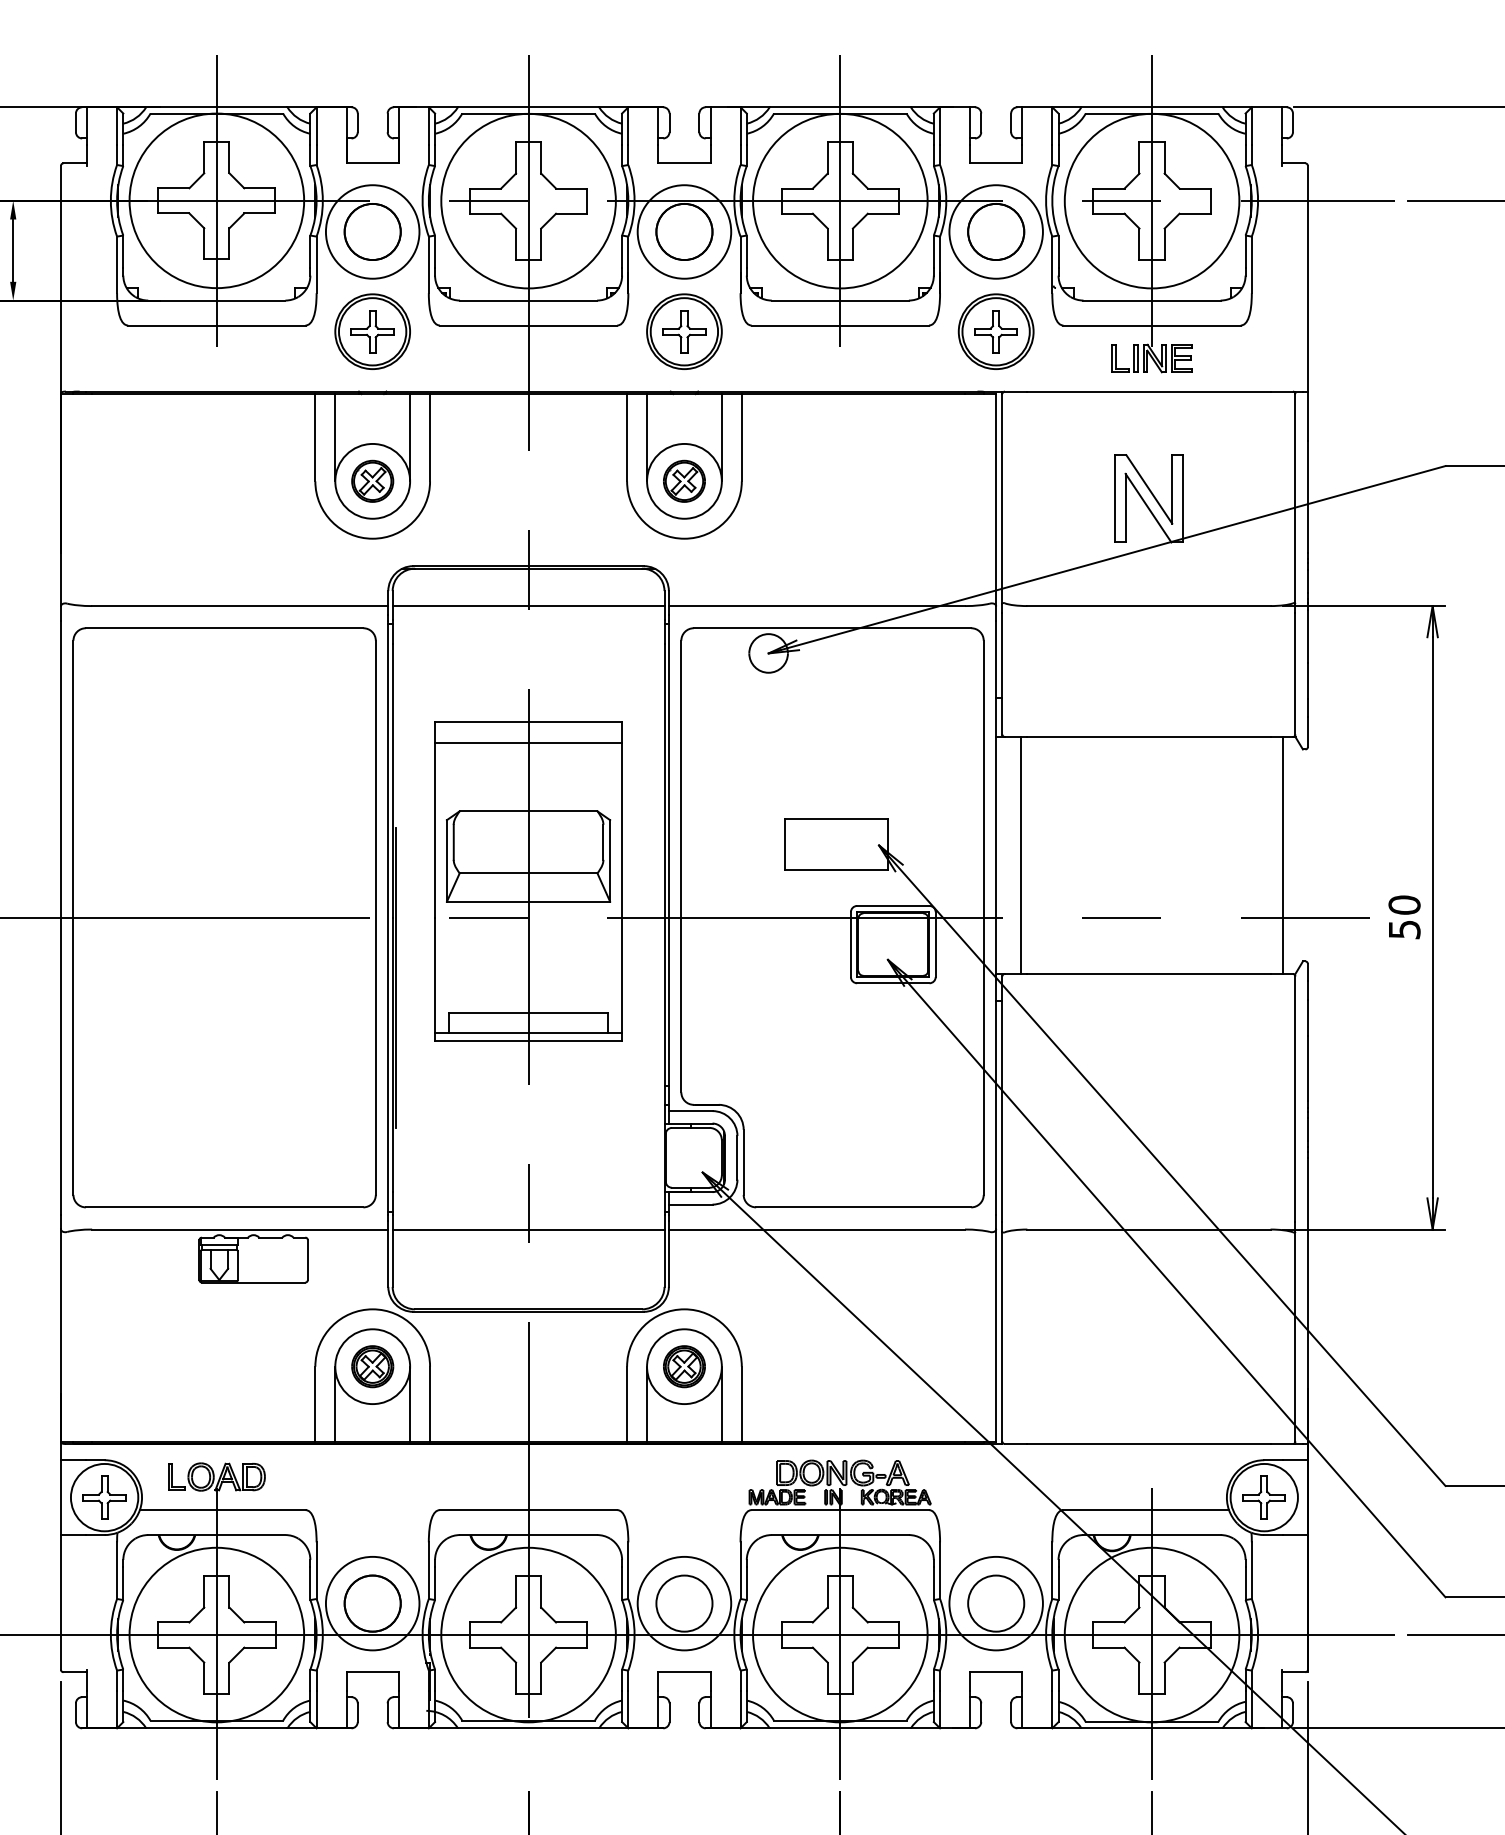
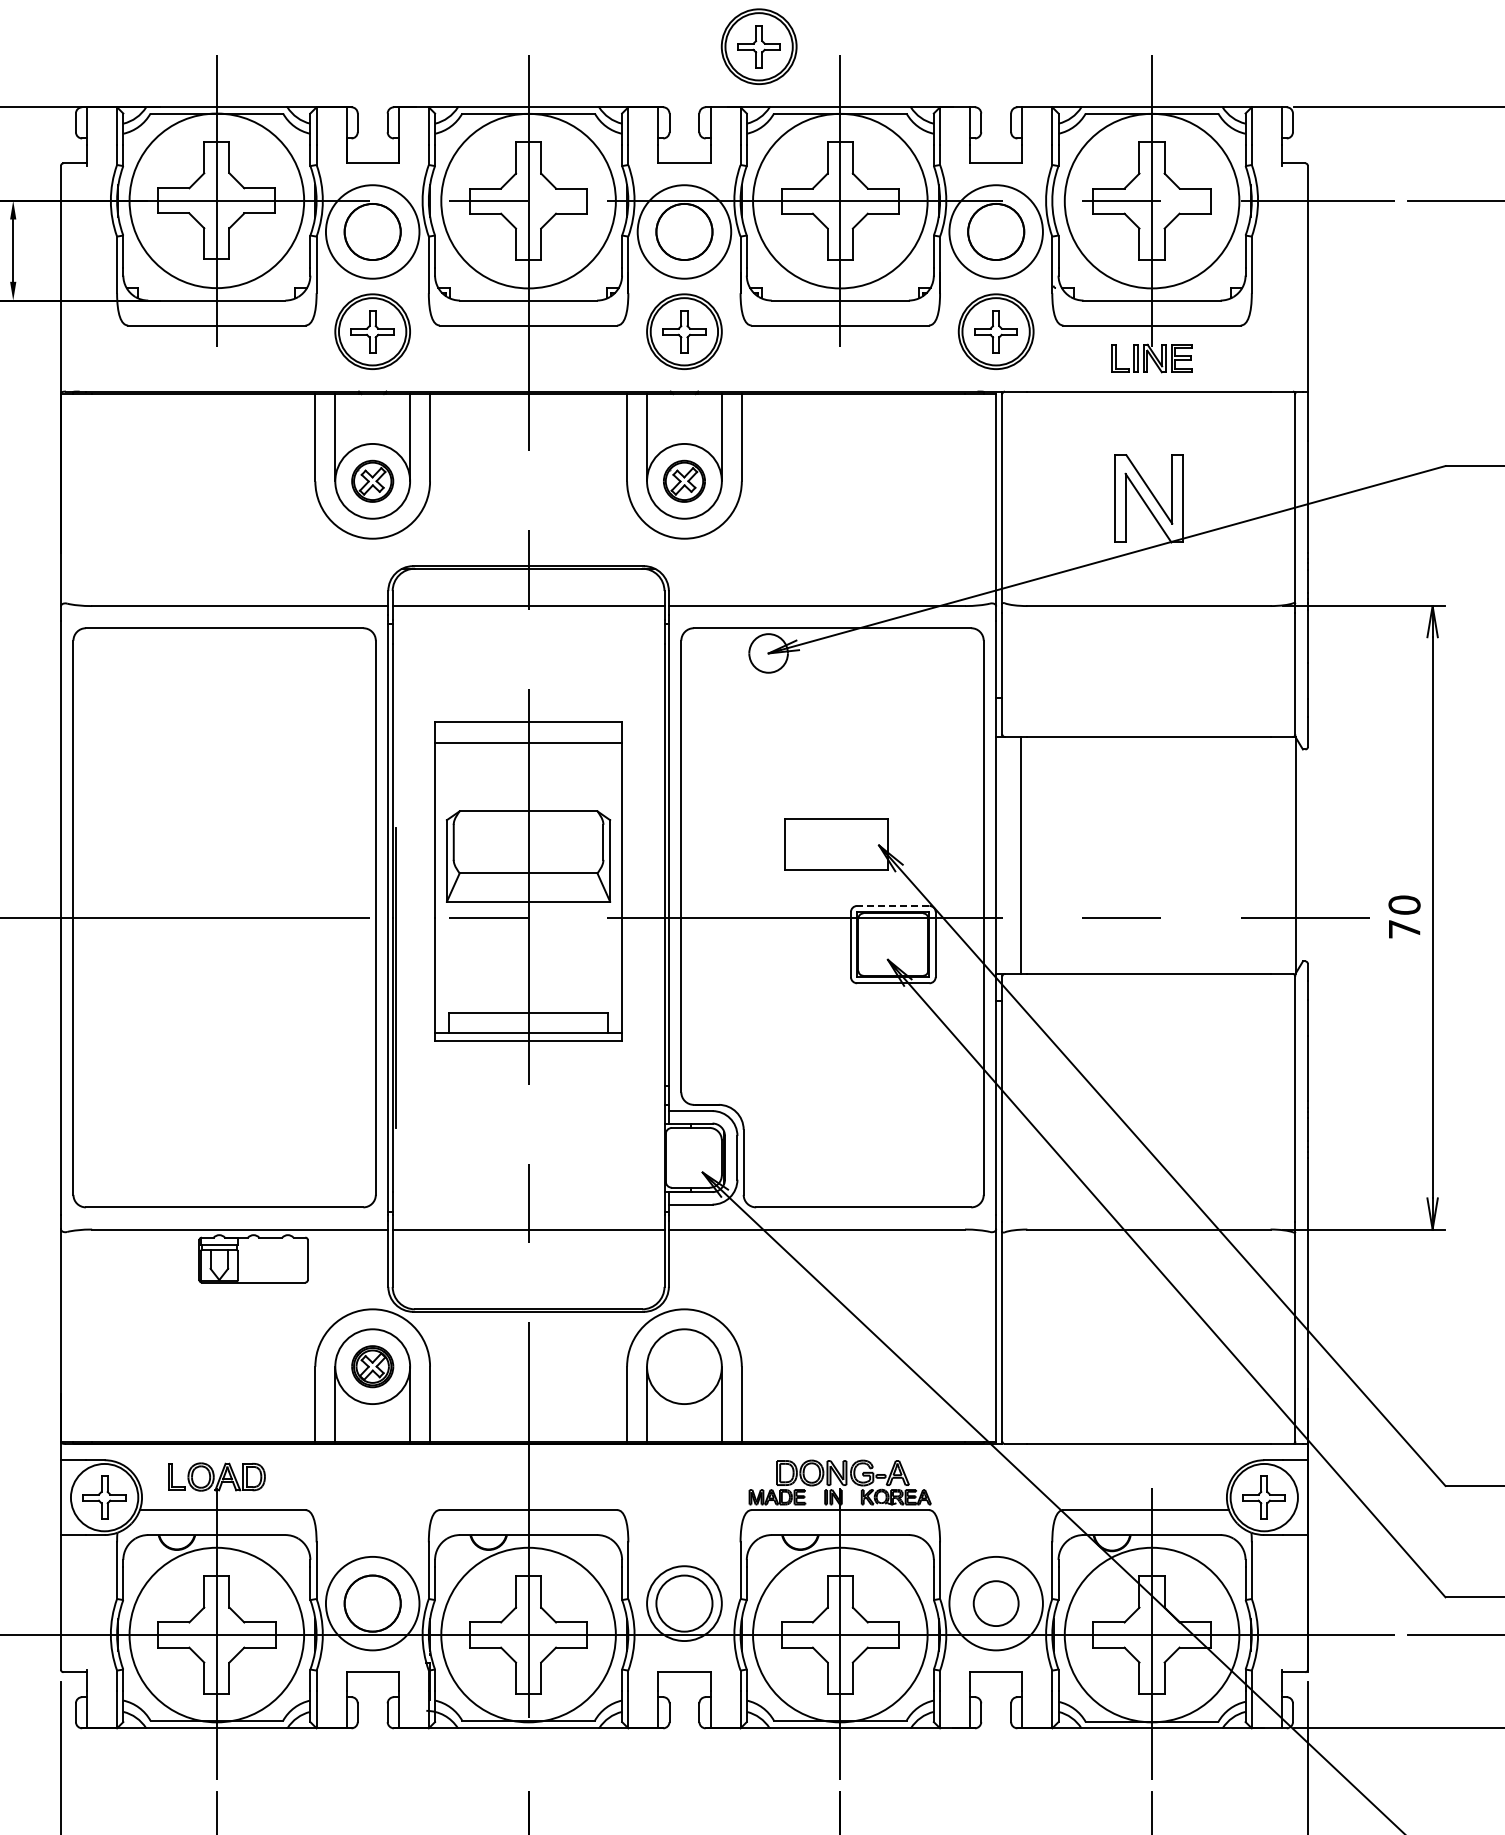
part at (758, 46): none -> present
line at (1282, 855) position: (1282, 855) -> (1295, 855)
line at (892, 905): solid -> dashed
text at (1404, 929): 50 -> 70
part at (684, 1366): present -> none
circle at (684, 1603) diameter: 94 px -> 75 px
circle at (996, 1603) diameter: 56 px -> 45 px
